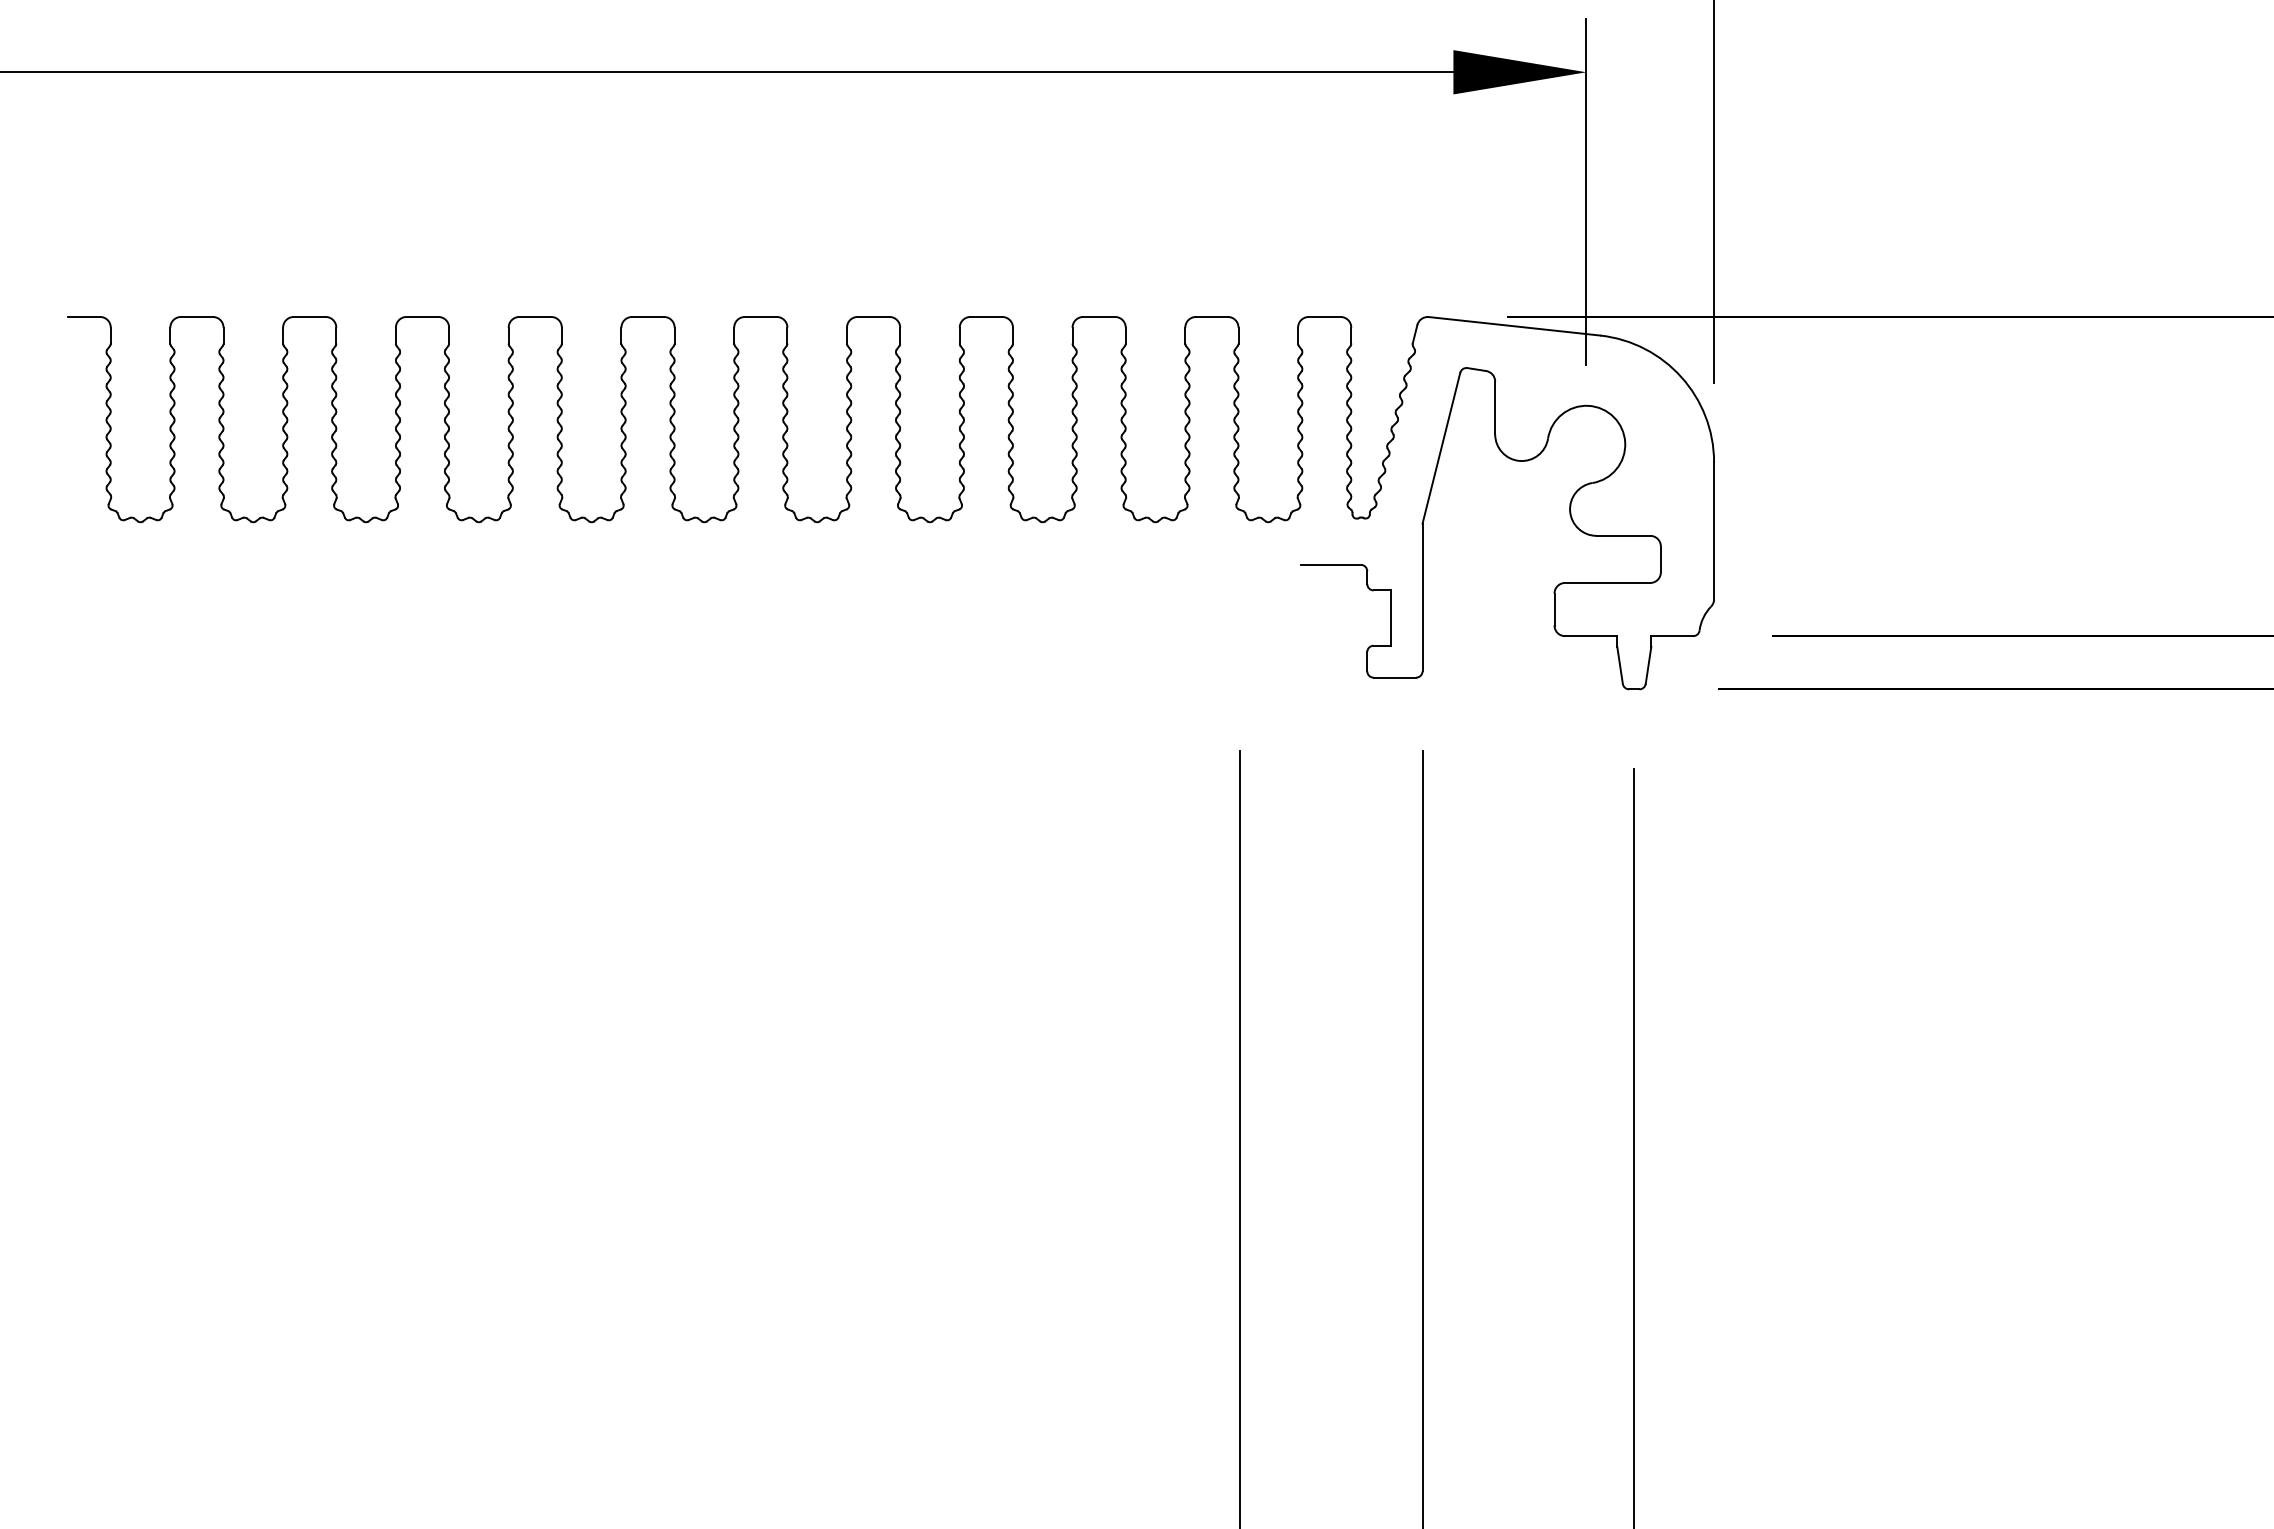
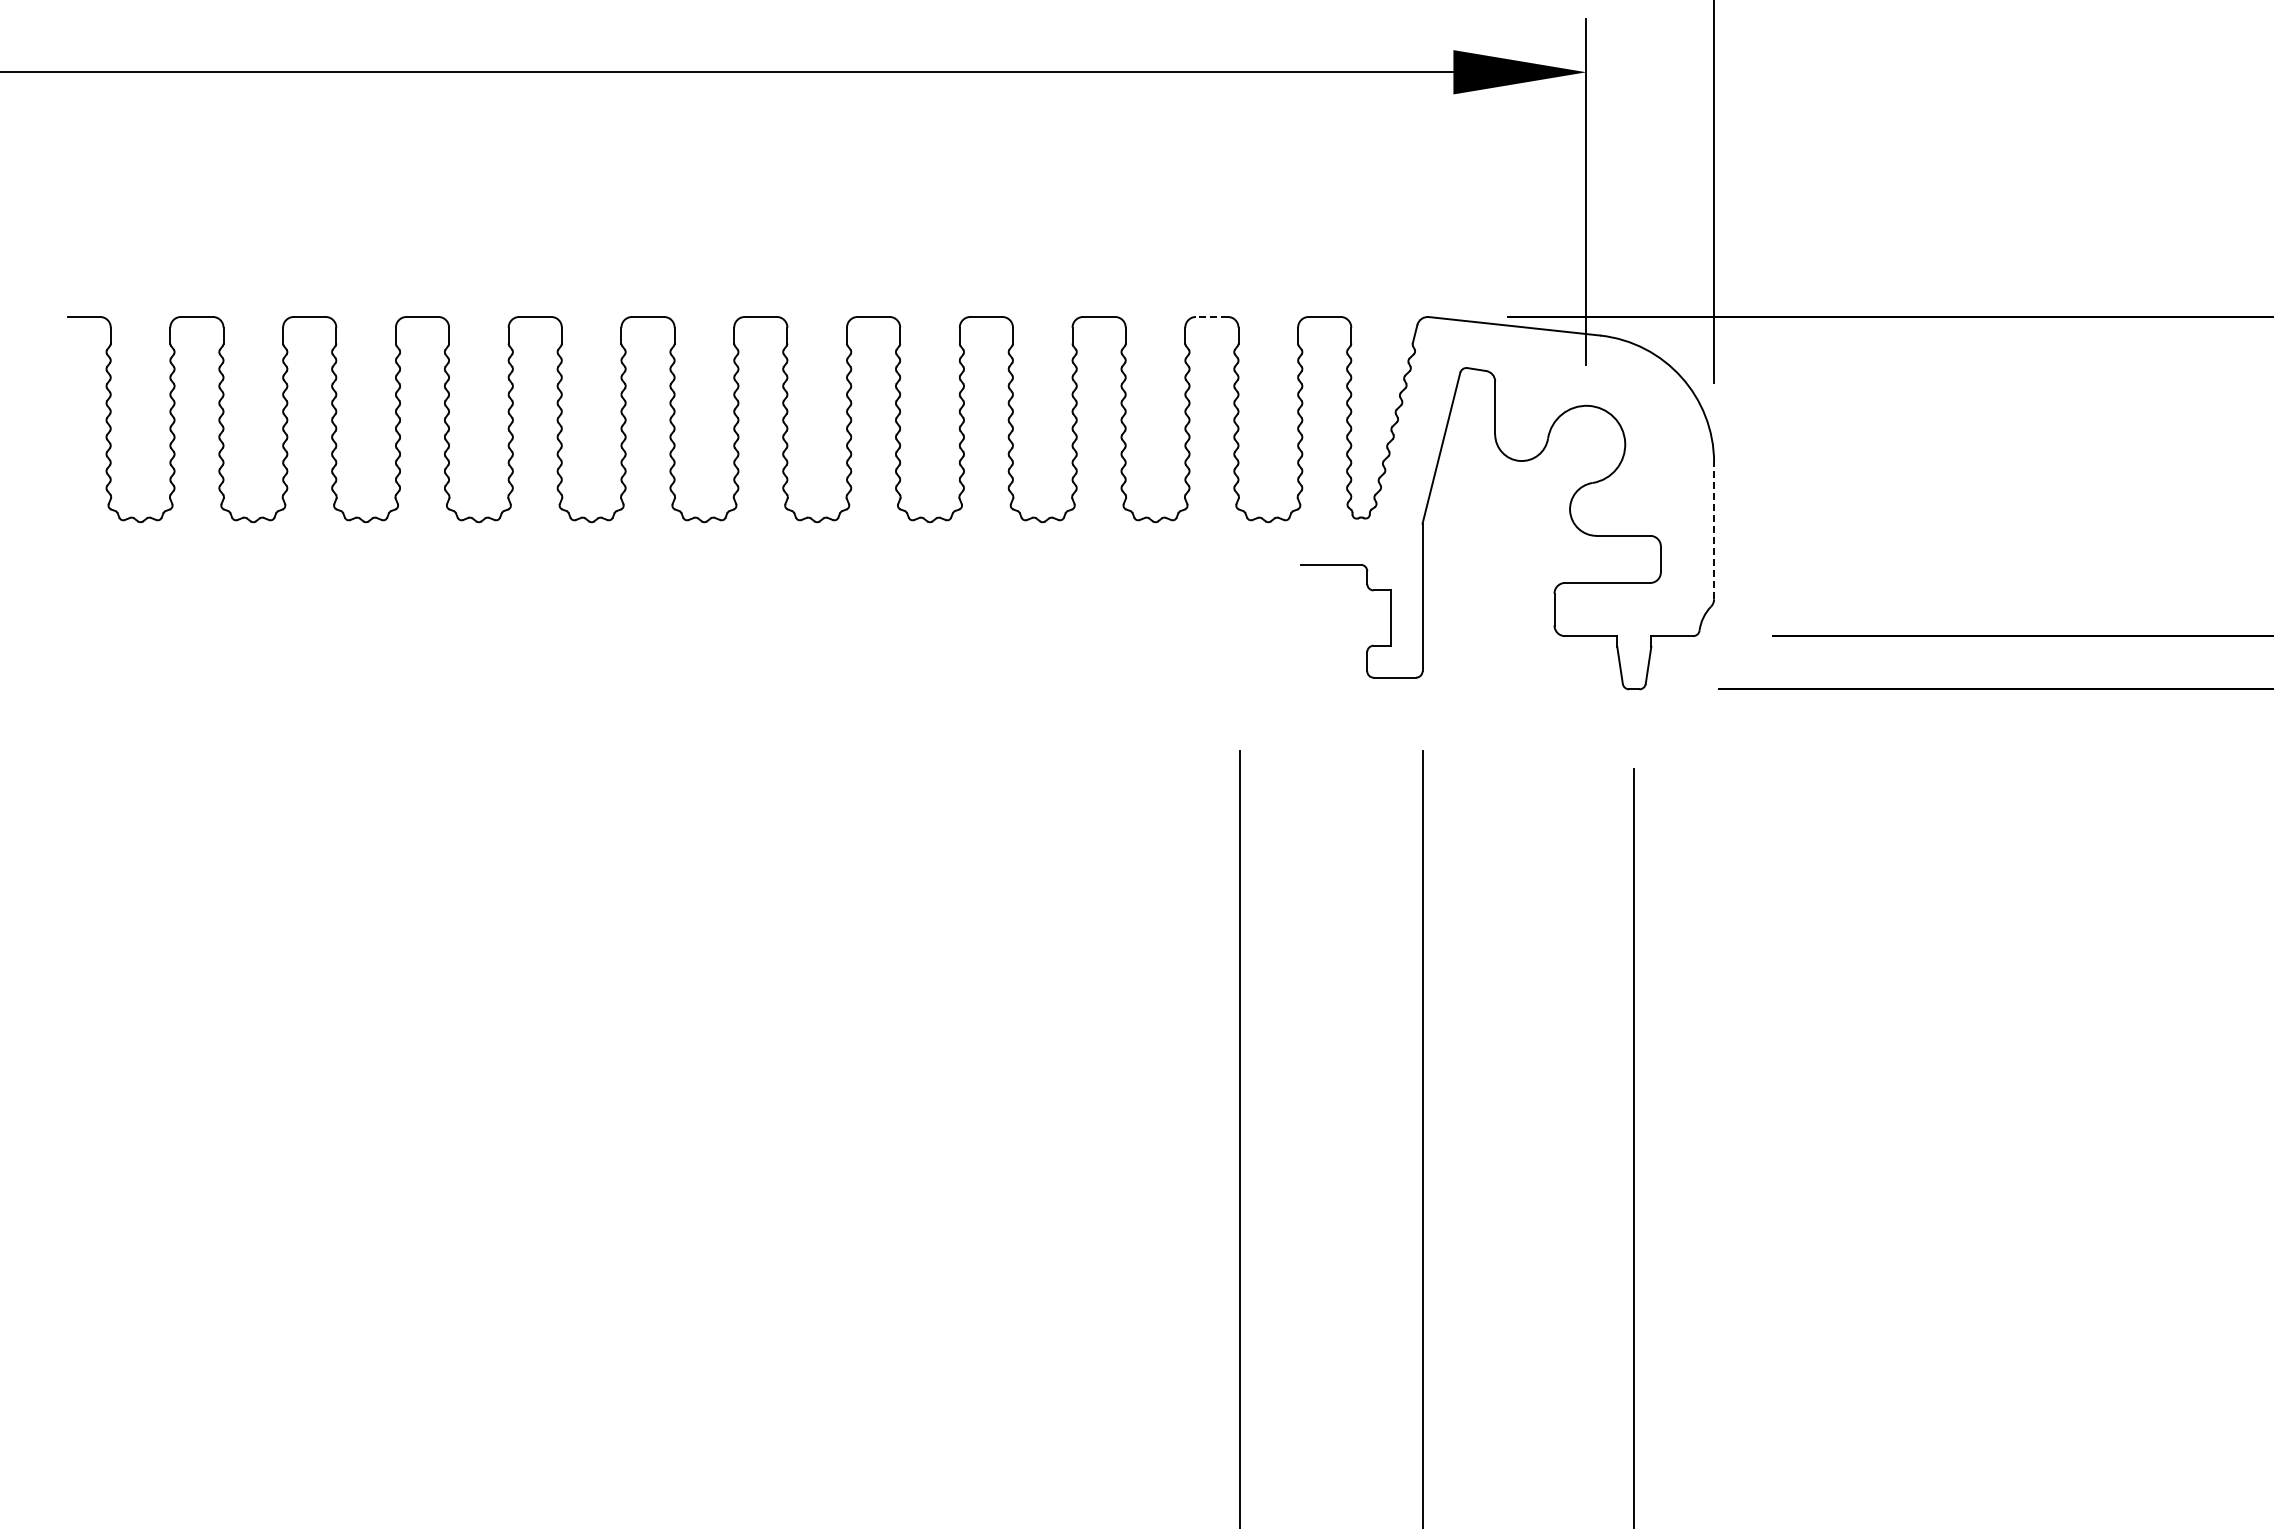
line at (1211, 316): solid -> dashed
line at (1714, 530): solid -> dashed
